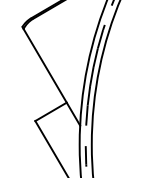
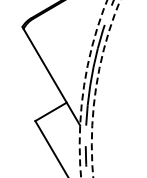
circle at (93, 88): solid -> dashed
circle at (105, 88): solid -> dashed
